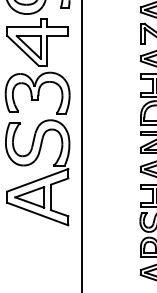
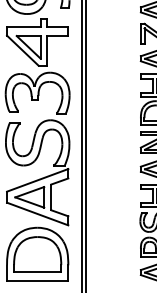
line at (85, 145): none -> present
part at (37, 253): none -> present
